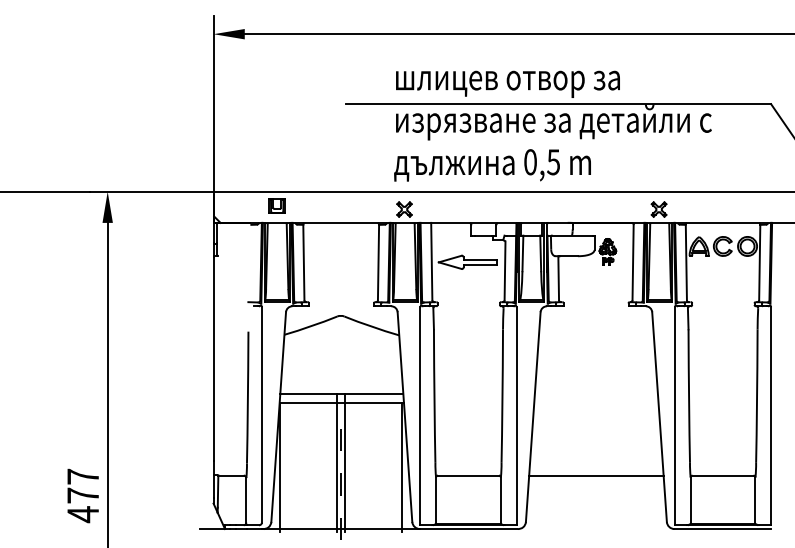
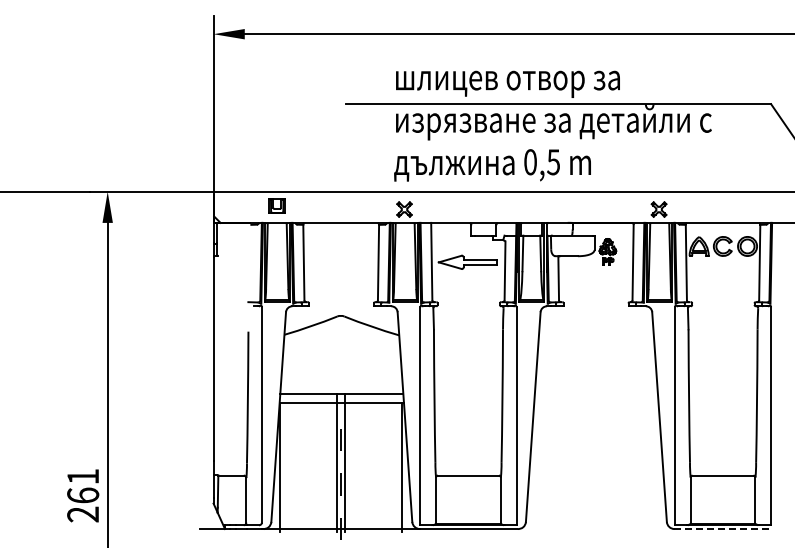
line at (596, 475): present -> none
text at (83, 495): 477 -> 261
line at (723, 529): solid -> dashed
